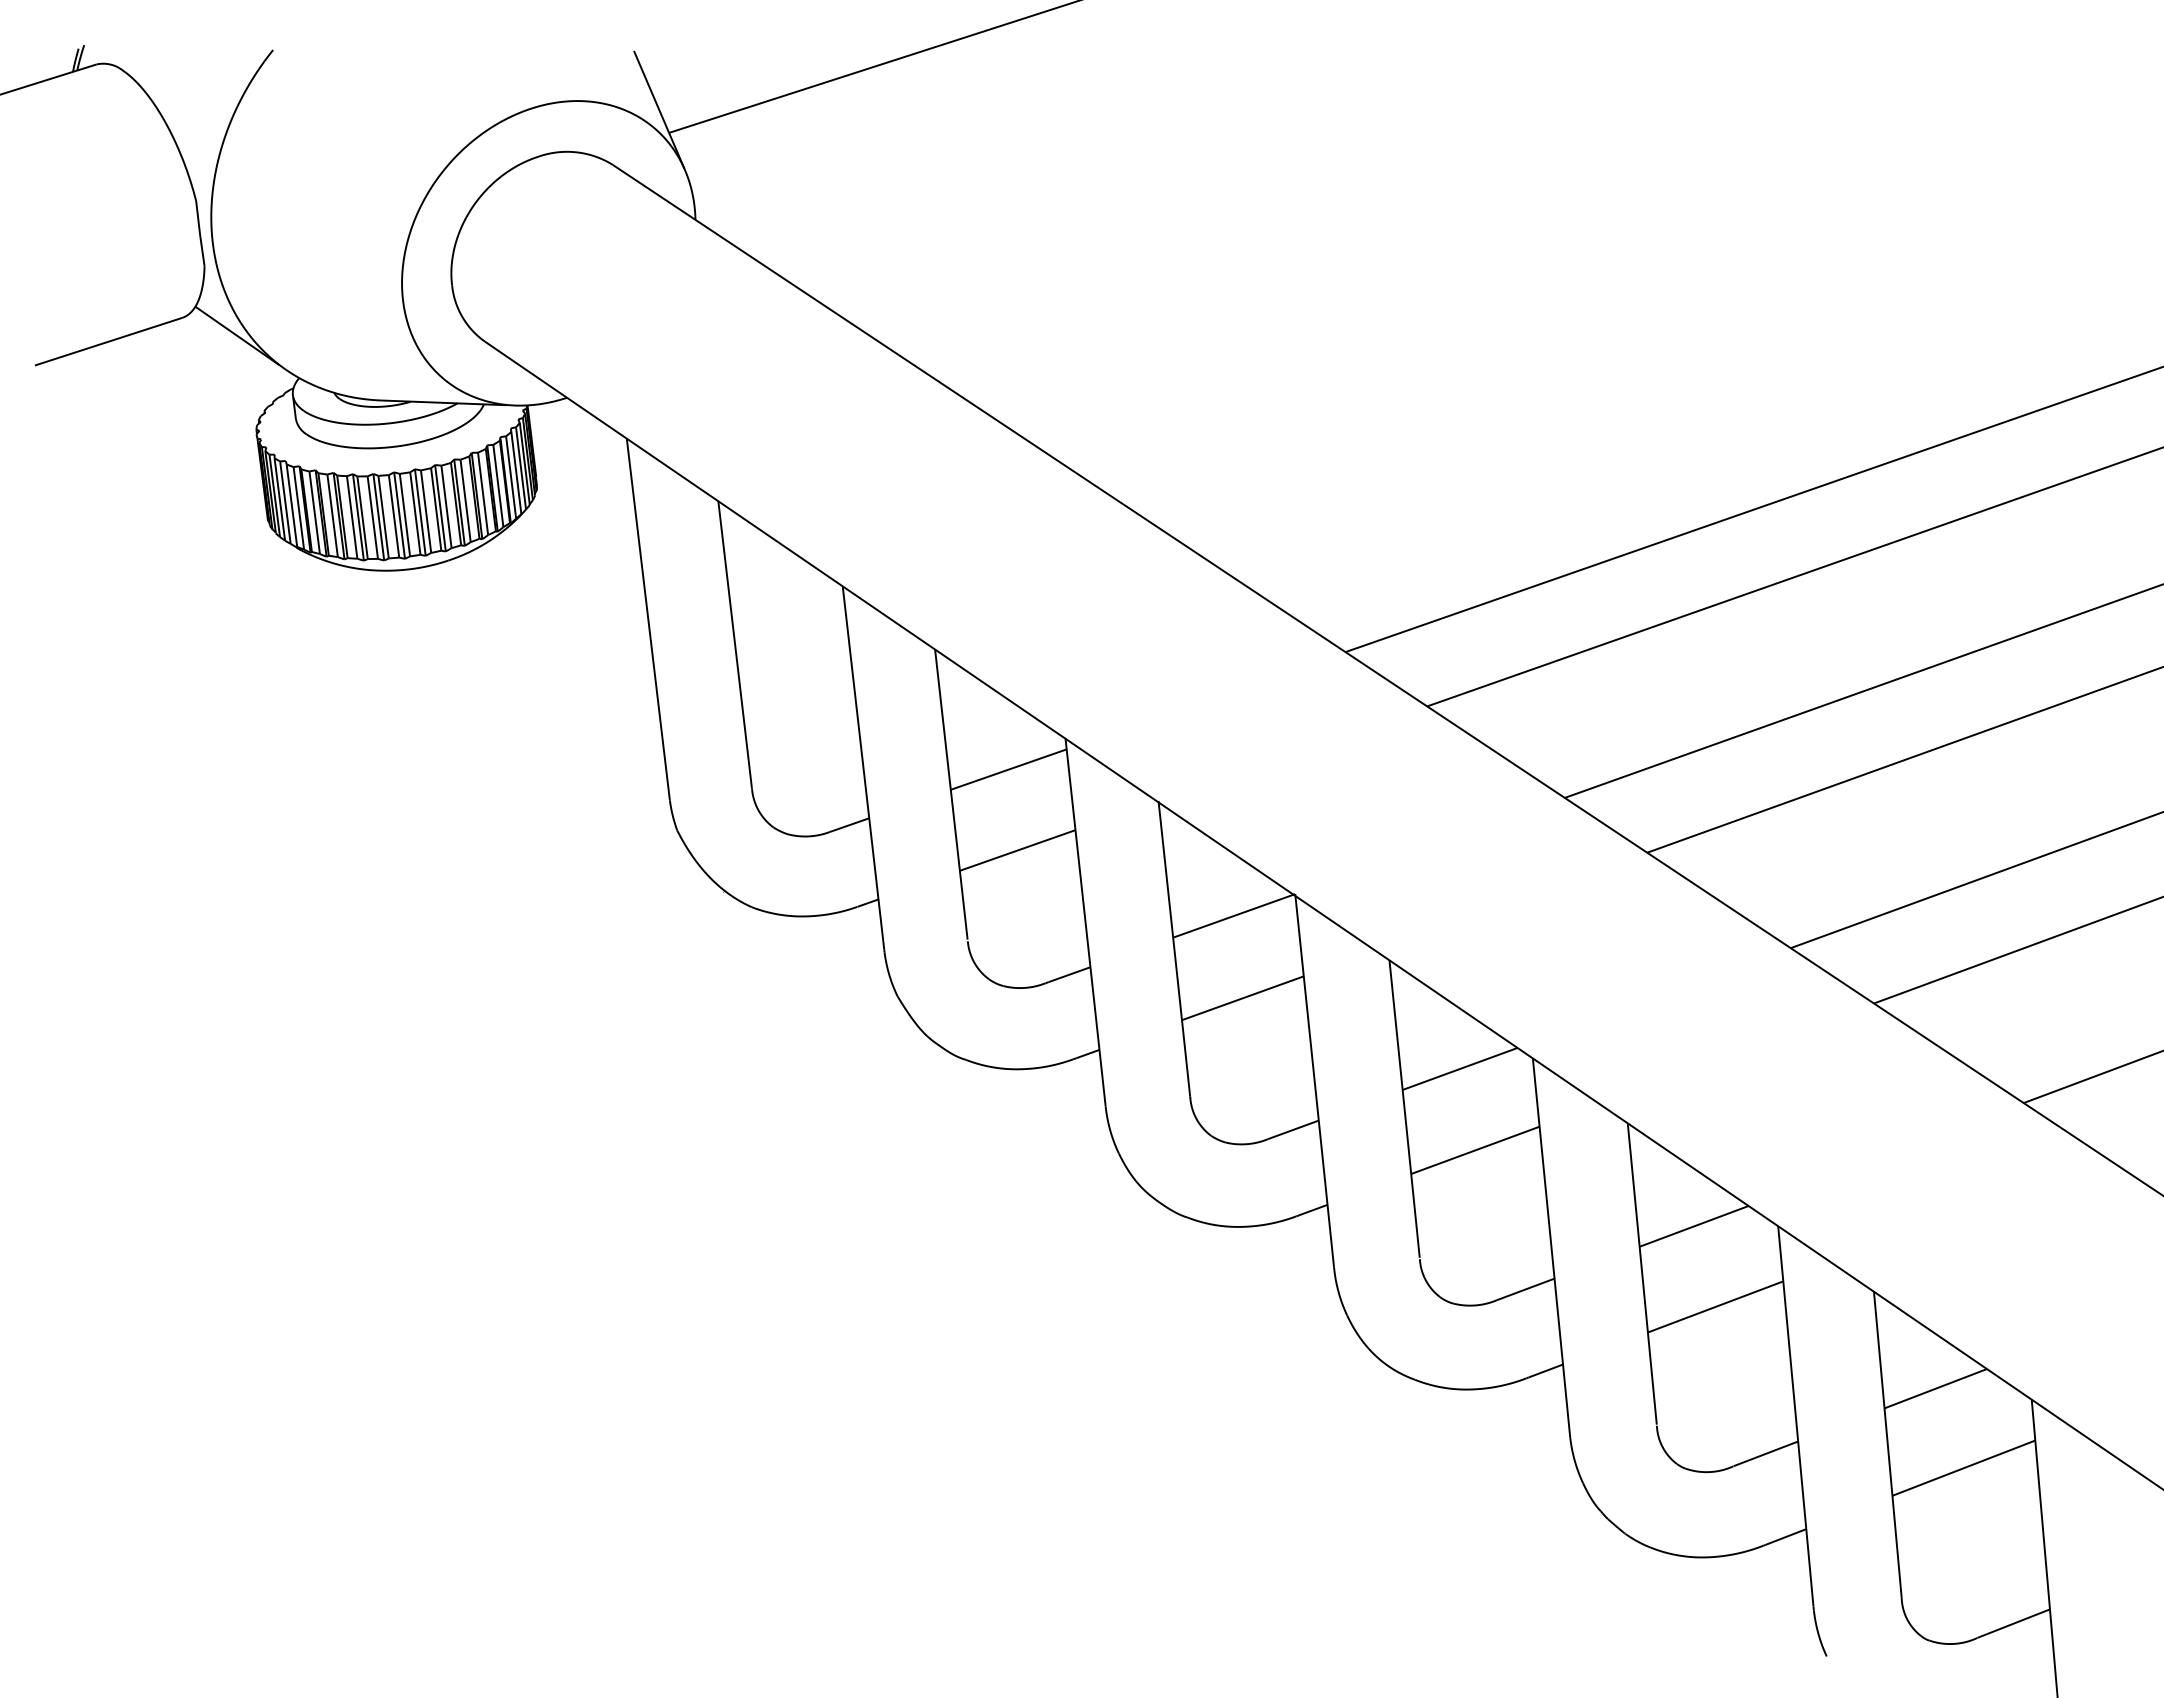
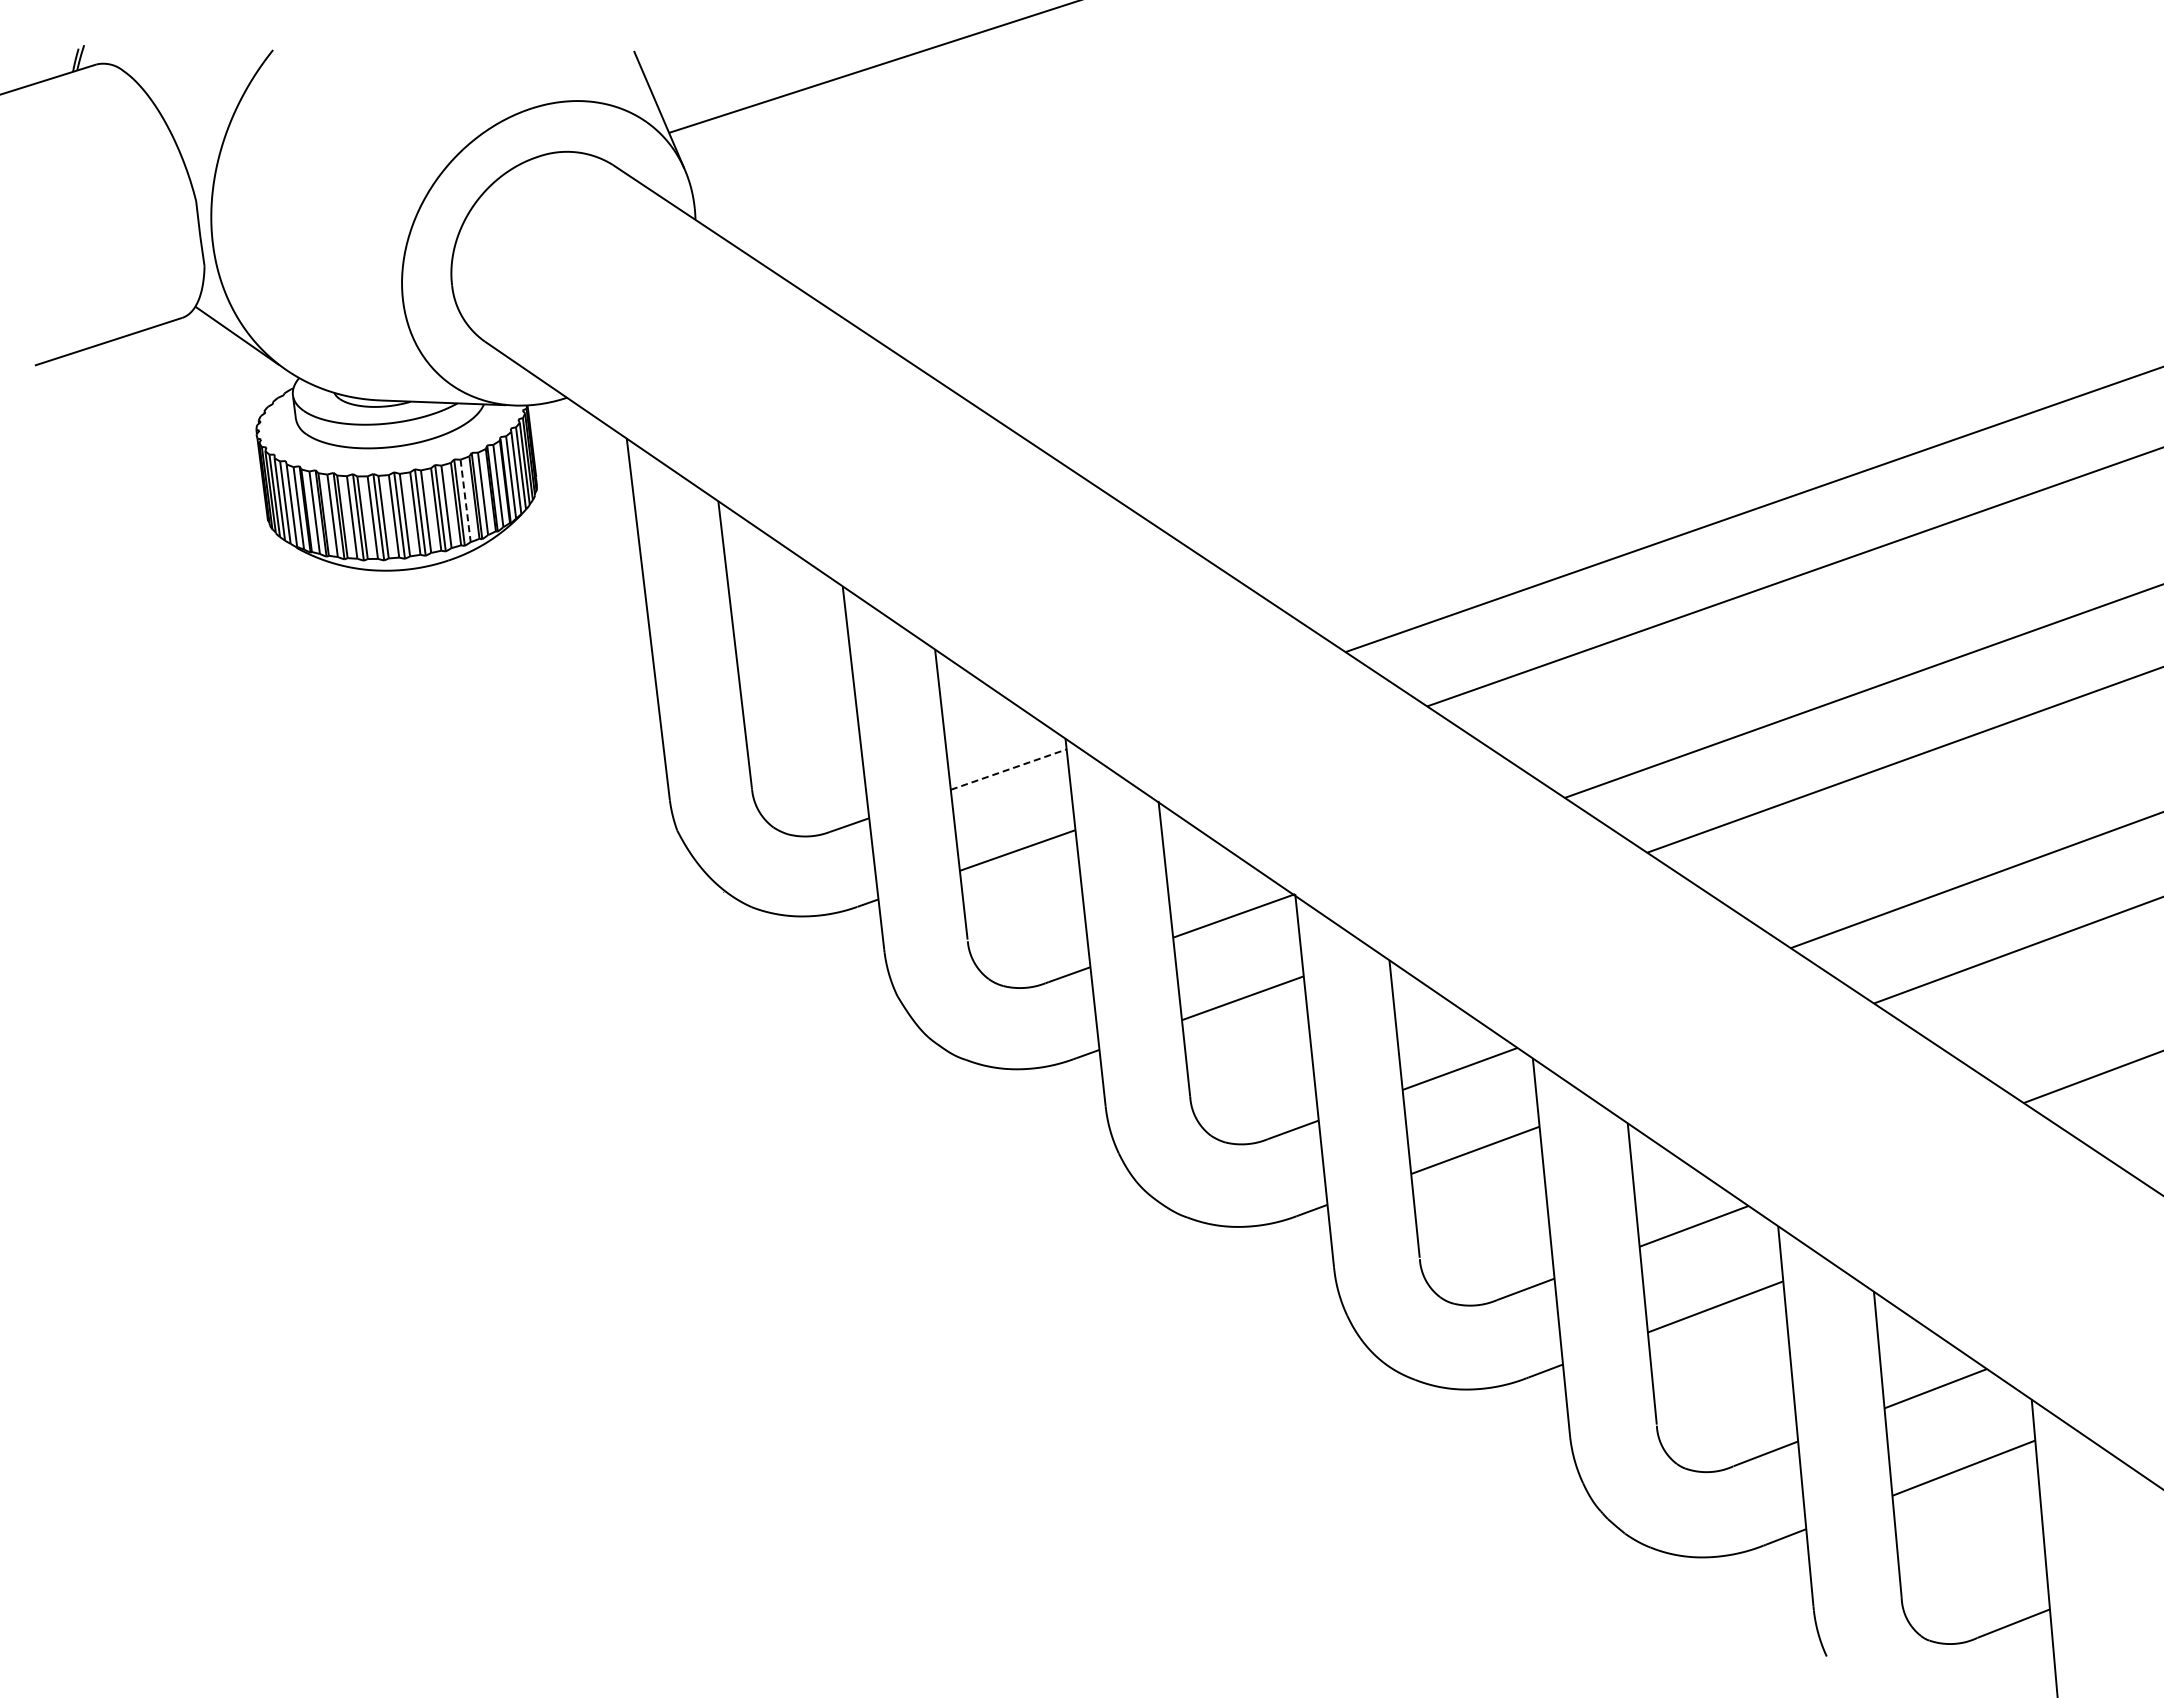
line at (465, 500): solid -> dashed
line at (1009, 769): solid -> dashed
